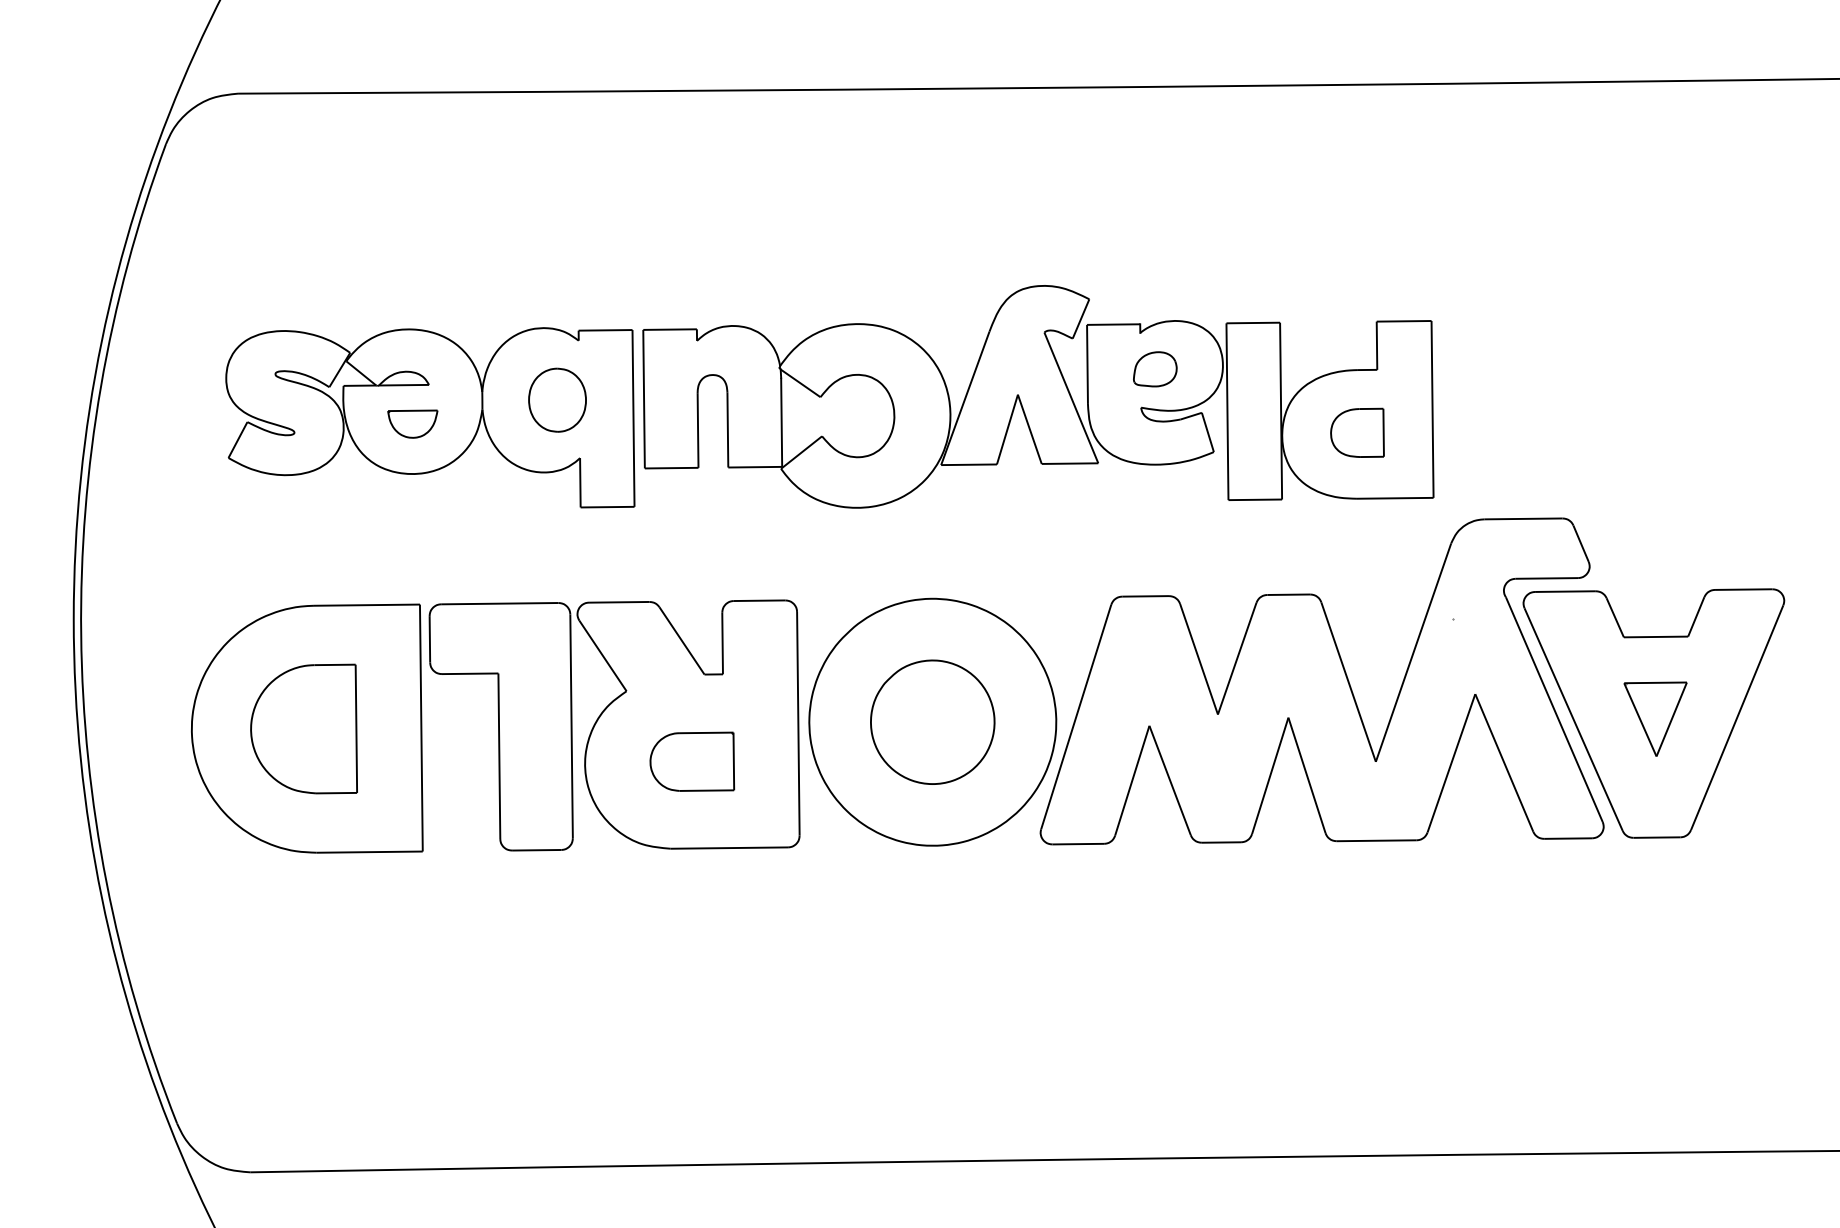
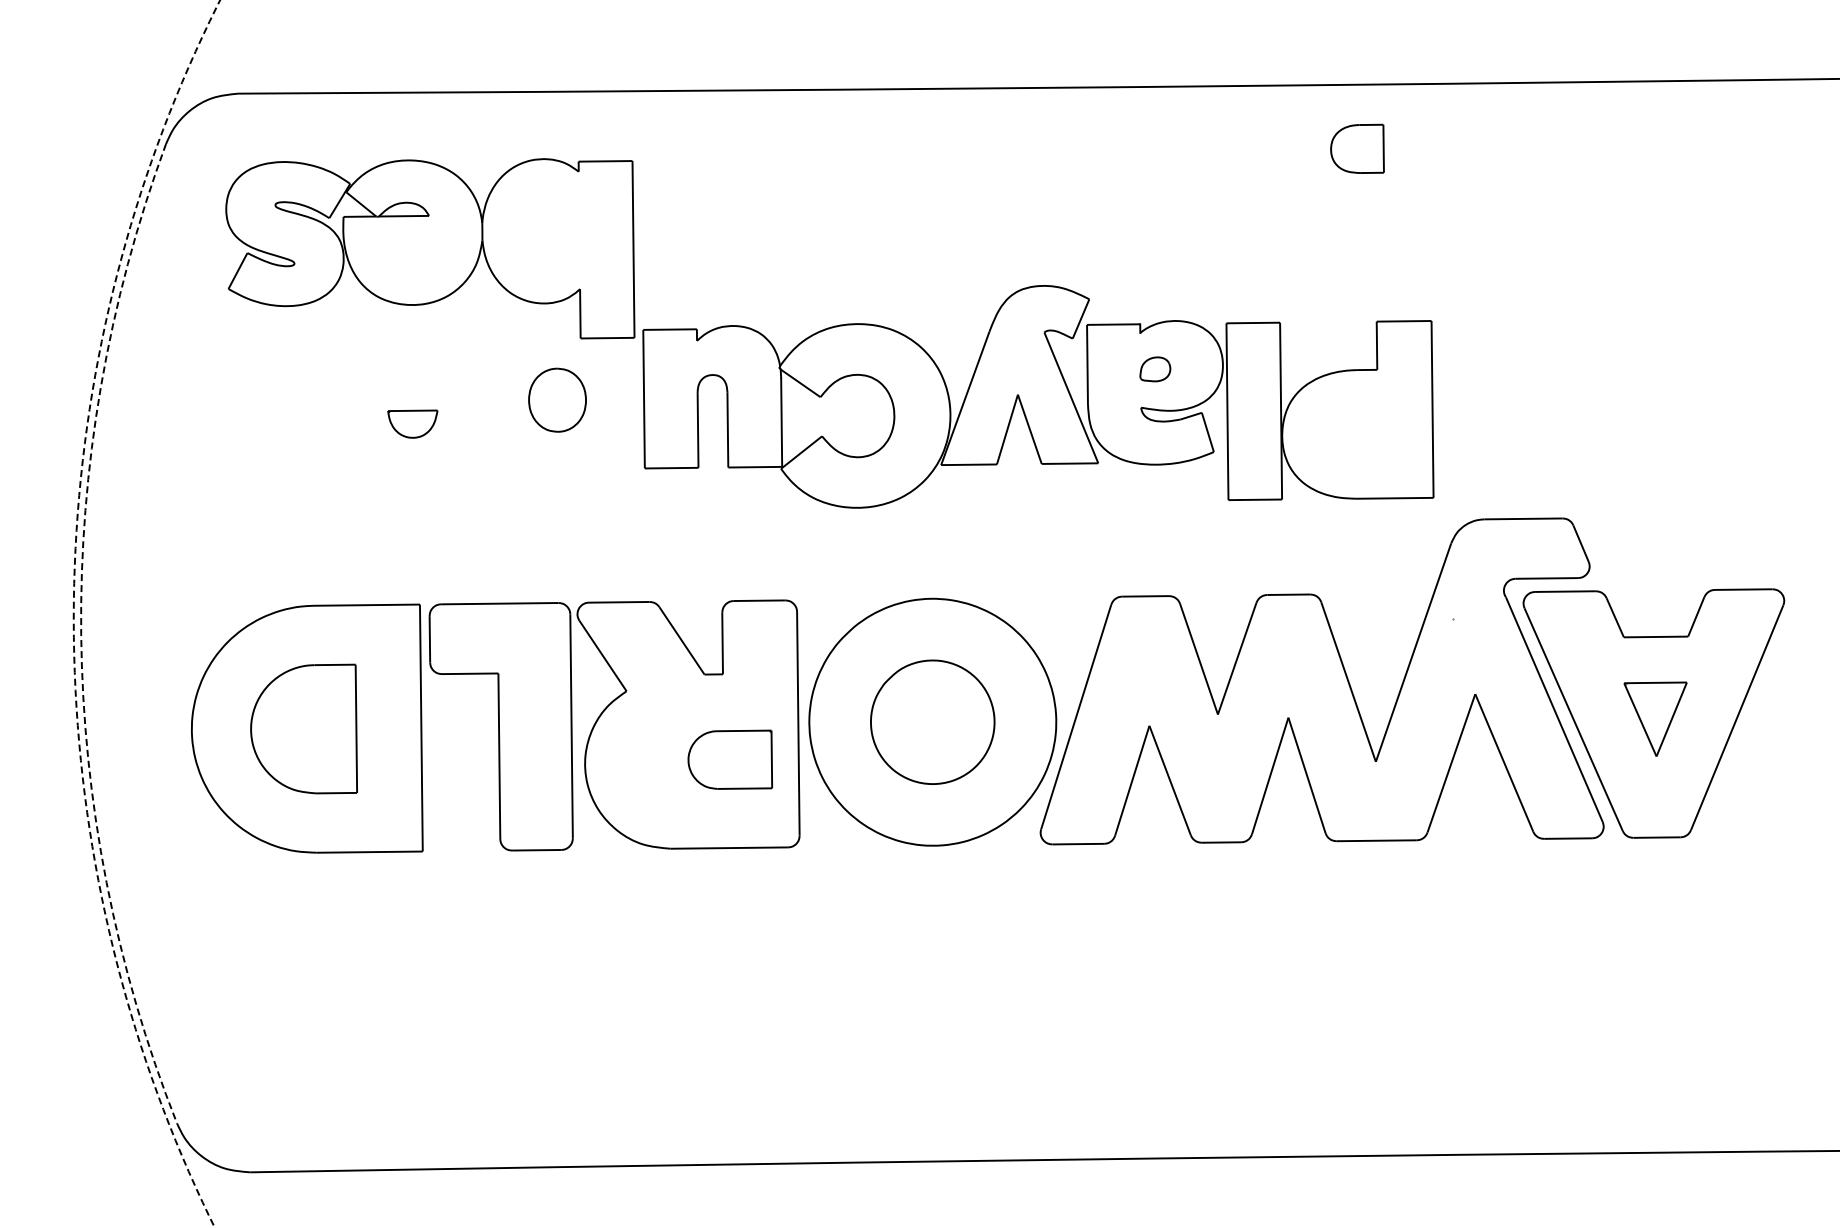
part at (1155, 369) size: 45x37 px -> 33x27 px
part at (430, 417) position: (430, 417) -> (430, 248)
part at (1357, 432) position: (1357, 432) -> (1357, 148)
circle at (146, 613): solid -> dashed
arc at (81, 634): solid -> dashed
part at (692, 761) position: (692, 761) -> (730, 759)
